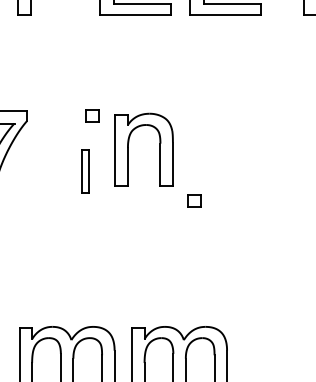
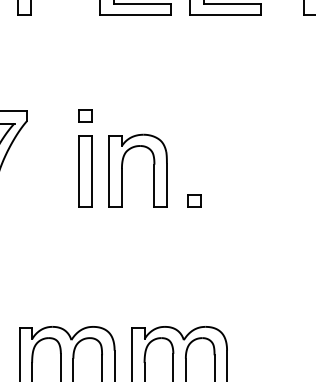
part at (92, 115) position: (92, 115) -> (85, 115)
part at (128, 149) position: (128, 149) -> (122, 170)
part at (85, 171) size: 9x45 px -> 15x73 px
